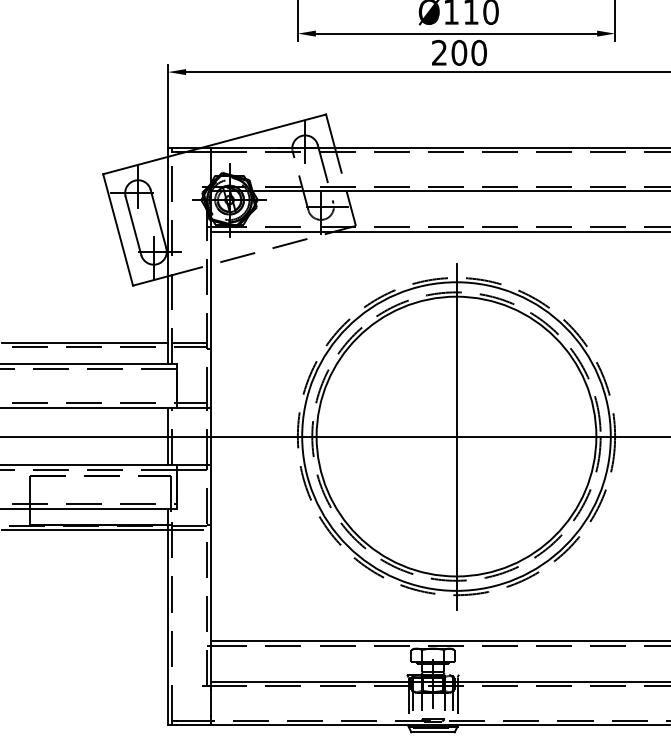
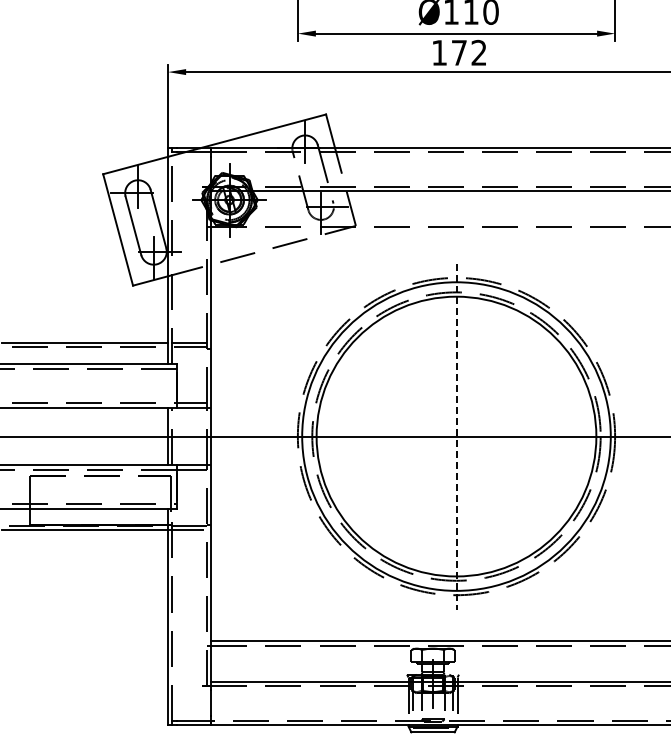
text at (459, 52): 200 -> 172
line at (439, 231): present -> none
line at (456, 437): solid -> dashed
